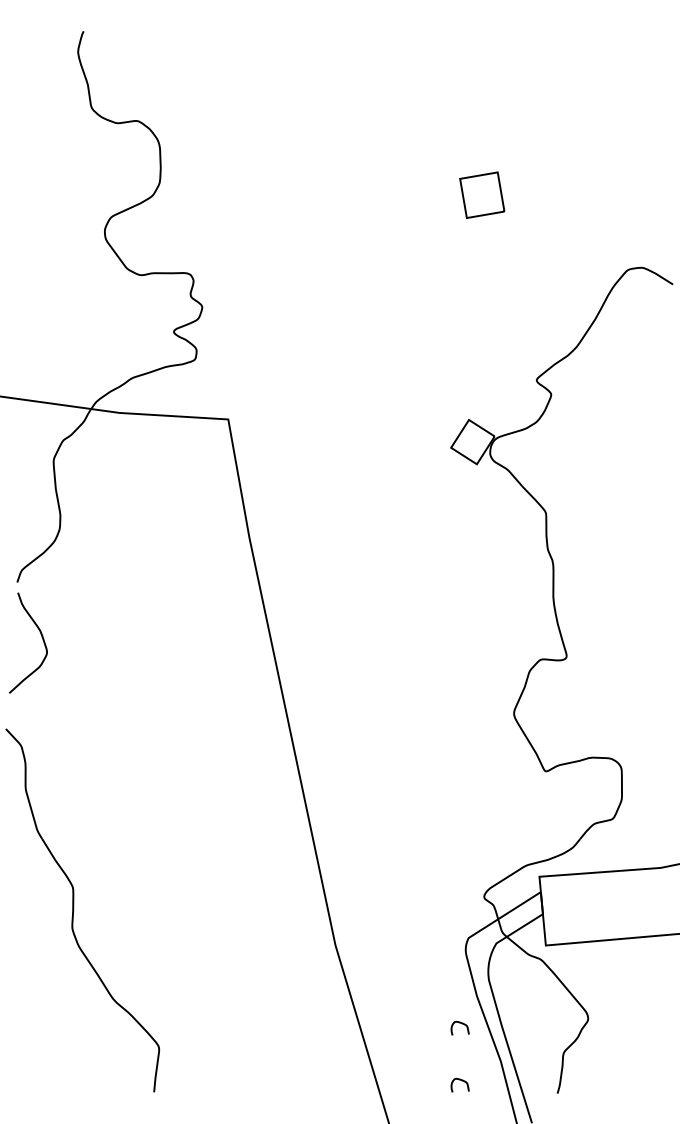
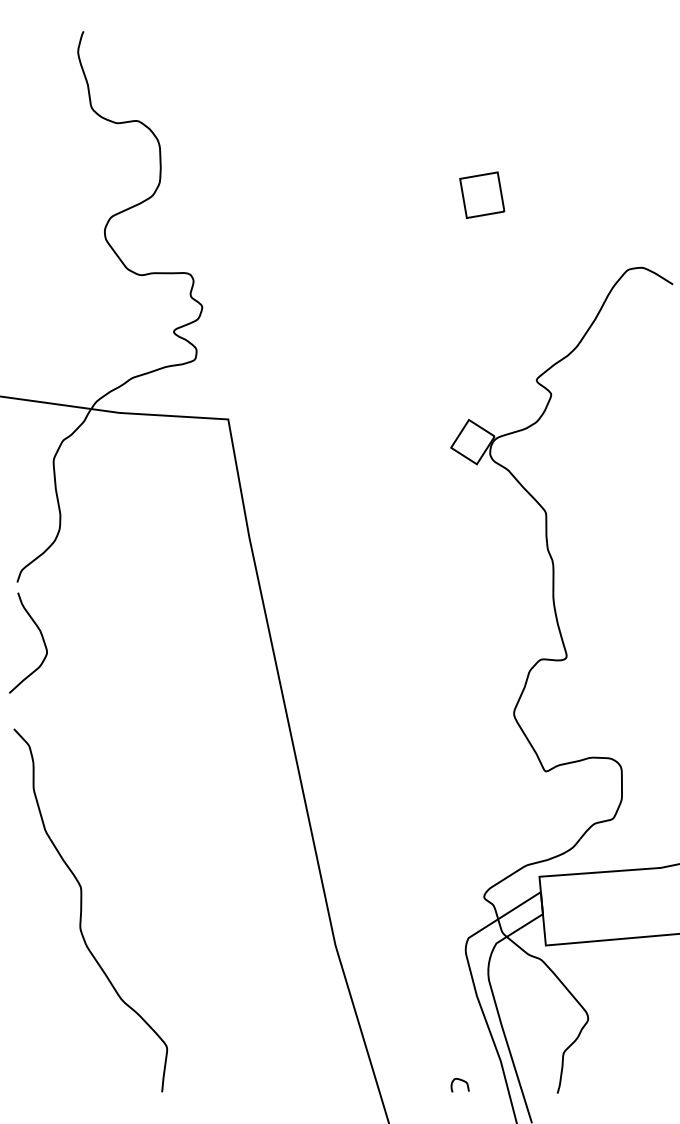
part at (74, 910) position: (74, 910) -> (82, 910)
curve at (461, 1024): present -> none
